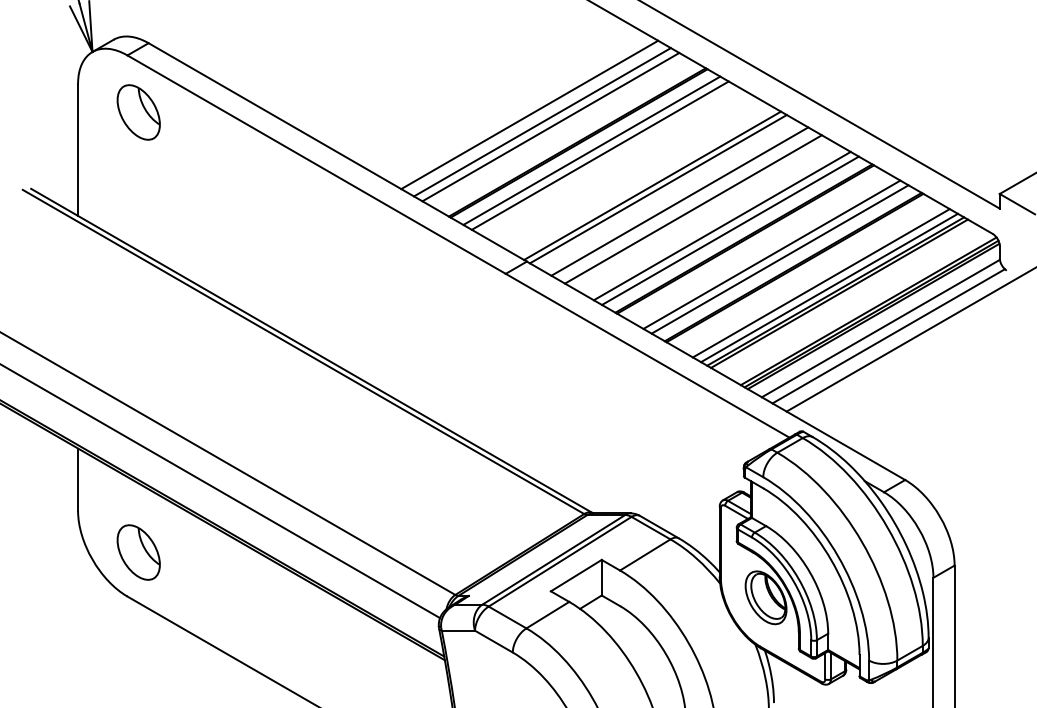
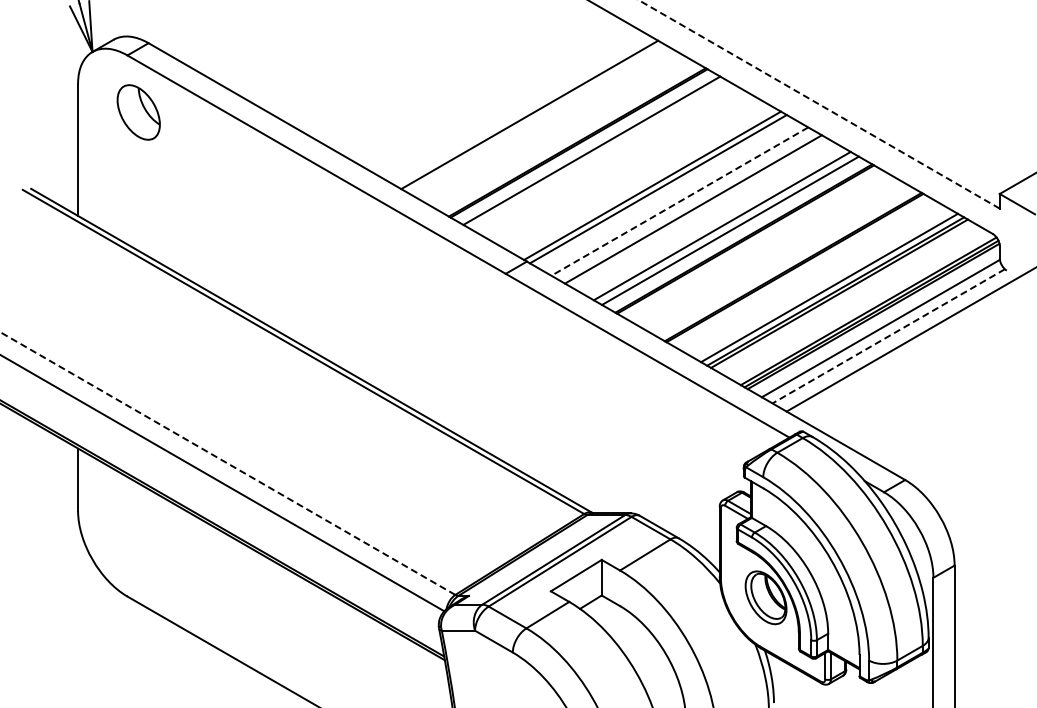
line at (819, 104): solid -> dashed
line at (542, 122): present -> none
line at (550, 126): present -> none
line at (599, 155): present -> none
line at (679, 201): solid -> dashed
line at (771, 254): present -> none
line at (779, 259): present -> none
line at (820, 283): present -> none
line at (888, 336): solid -> dashed
line at (227, 463): solid -> dashed
line at (221, 491) position: (221, 491) -> (223, 483)
part at (138, 552): present -> none
